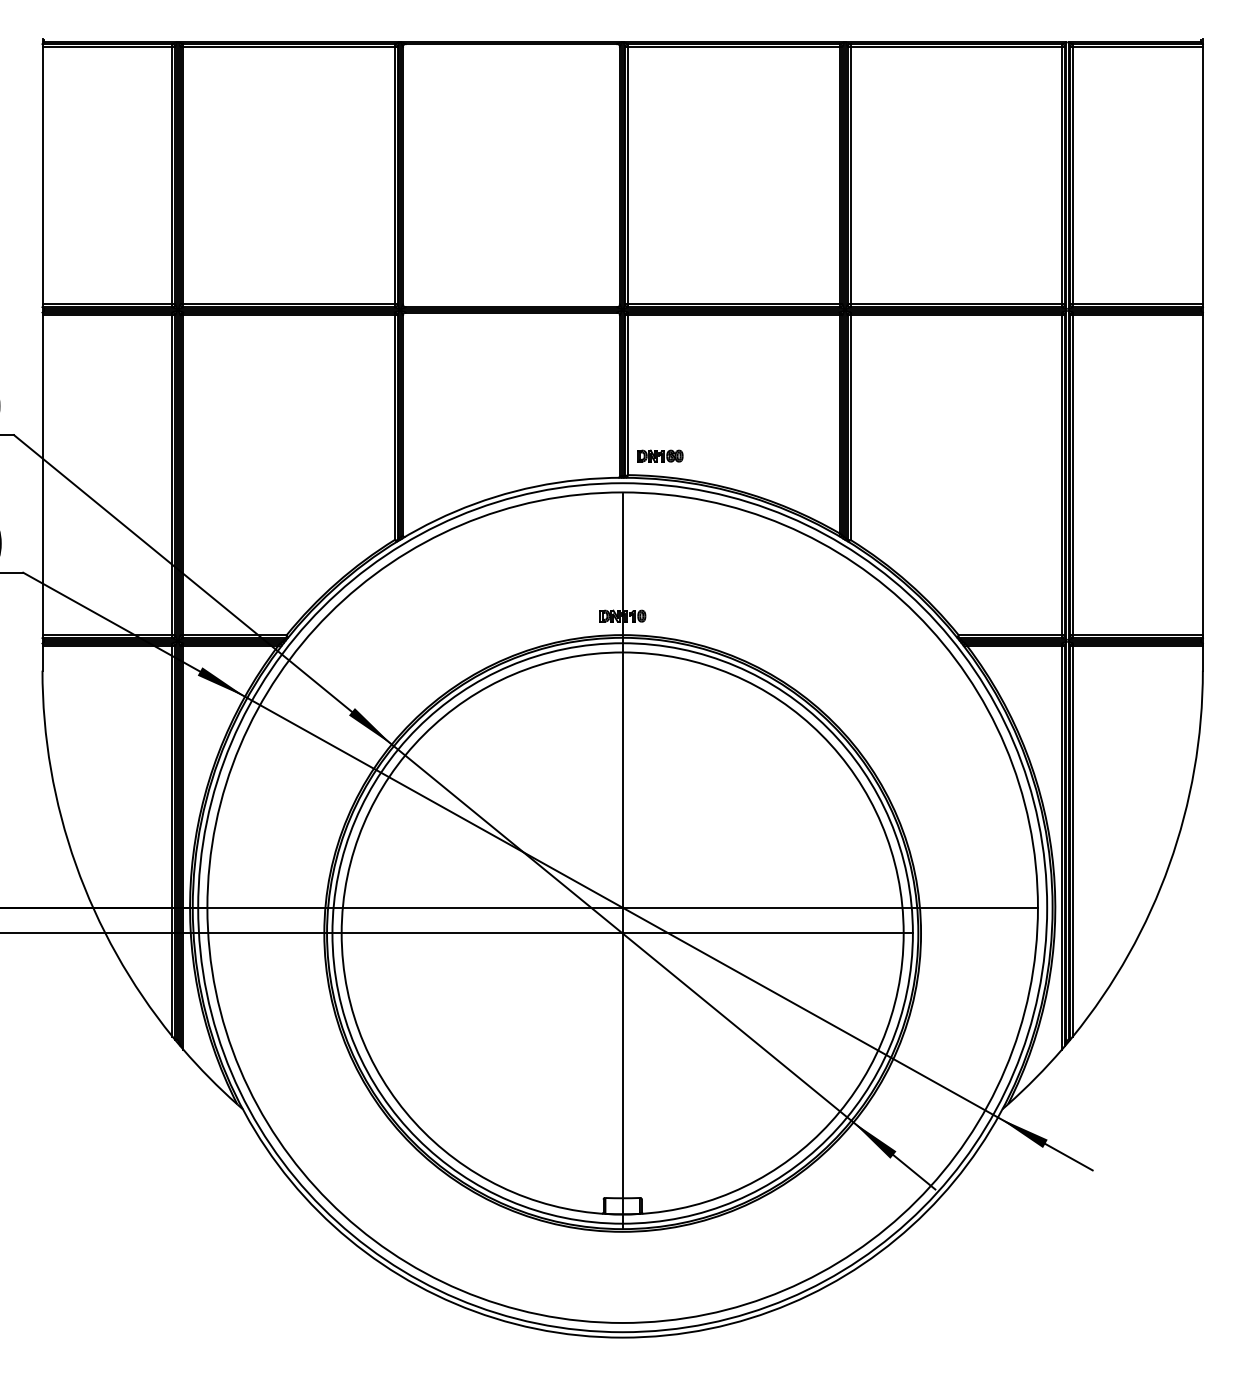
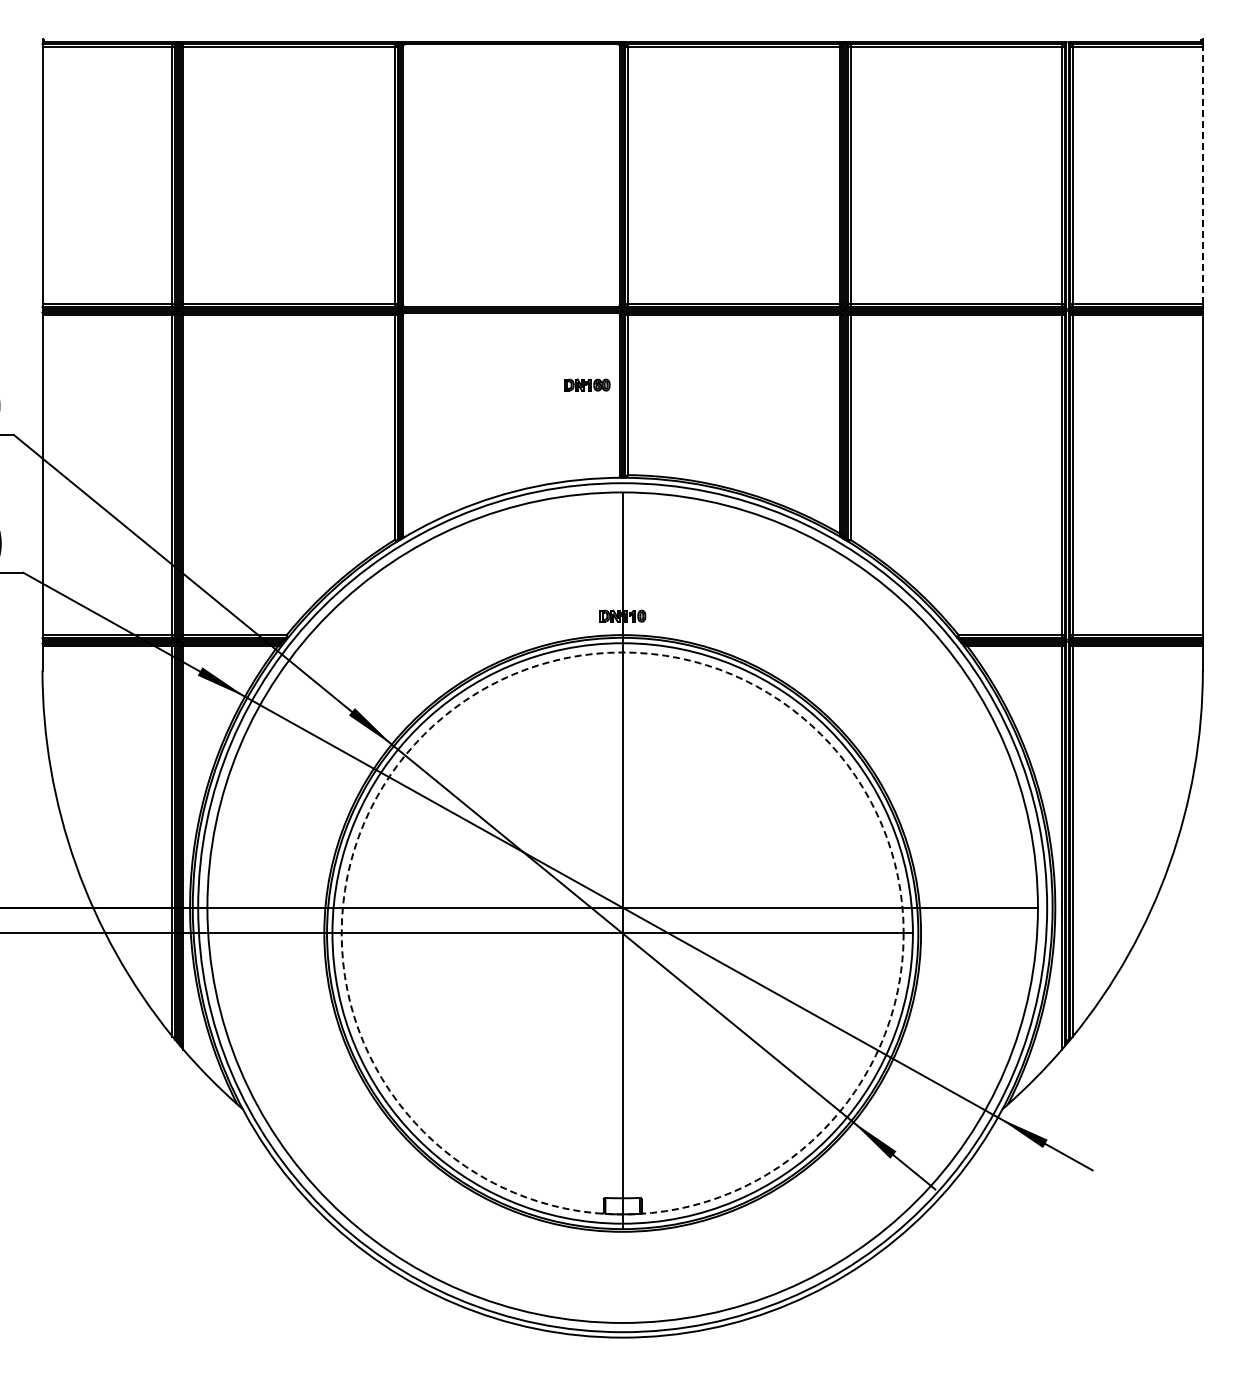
line at (1202, 175): solid -> dashed
part at (660, 455) position: (660, 455) -> (587, 384)
circle at (622, 933): solid -> dashed
